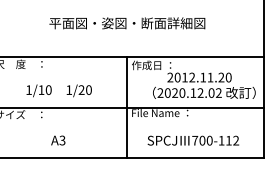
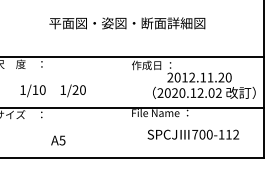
text at (58, 90) position: (58, 90) -> (52, 90)
line at (127, 107): present -> none
text at (62, 139): A3 -> A5
text at (193, 140) position: (193, 140) -> (193, 134)
